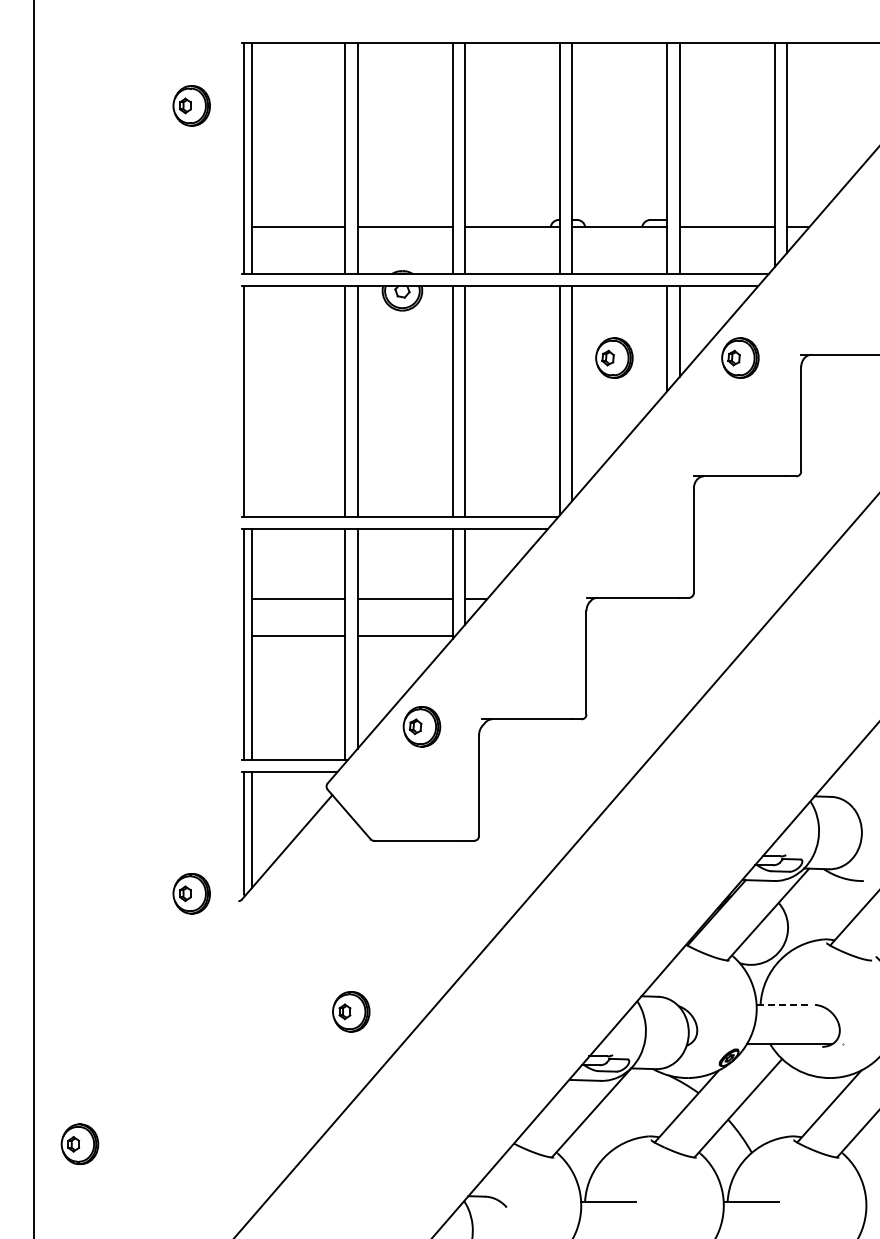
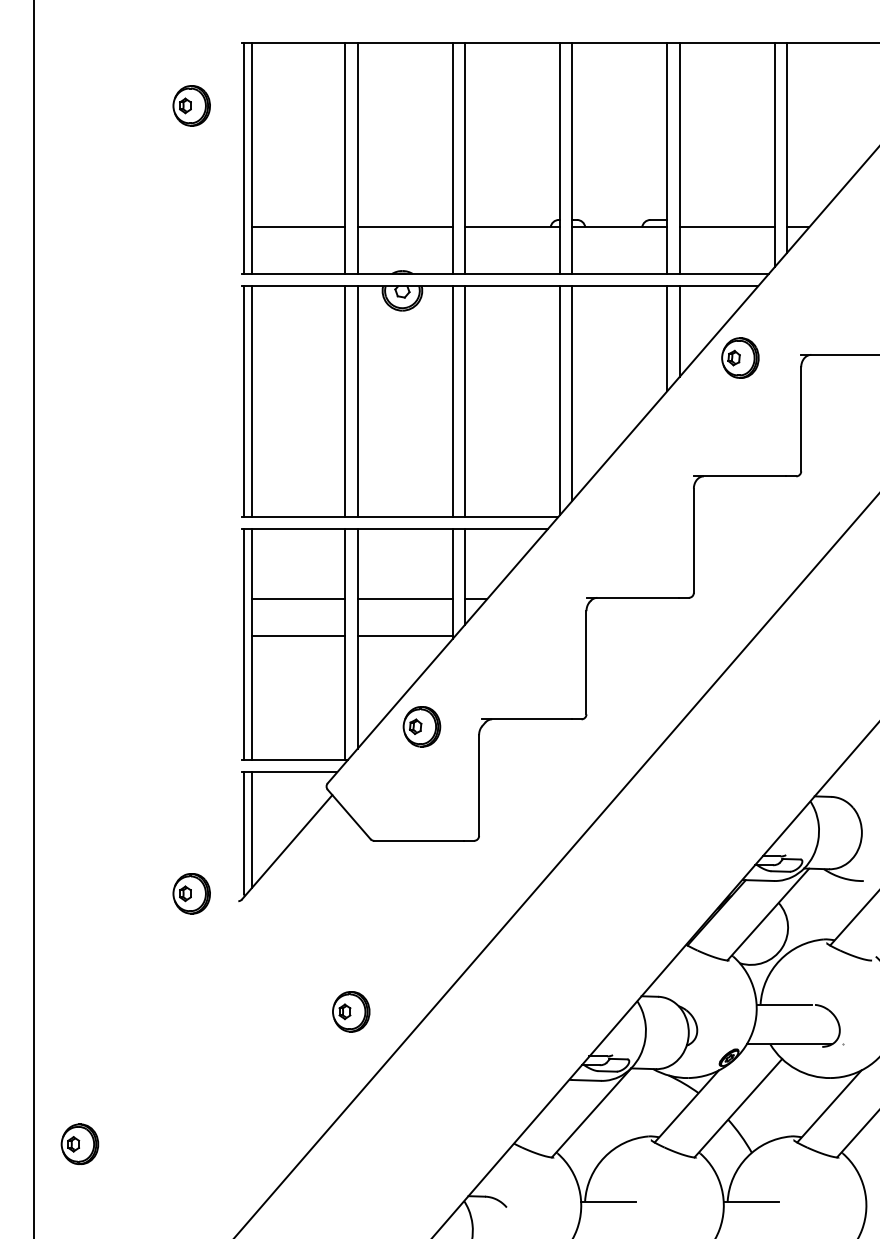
part at (614, 357): present -> none
line at (252, 401): none -> present
line at (784, 1004): dashed -> solid
